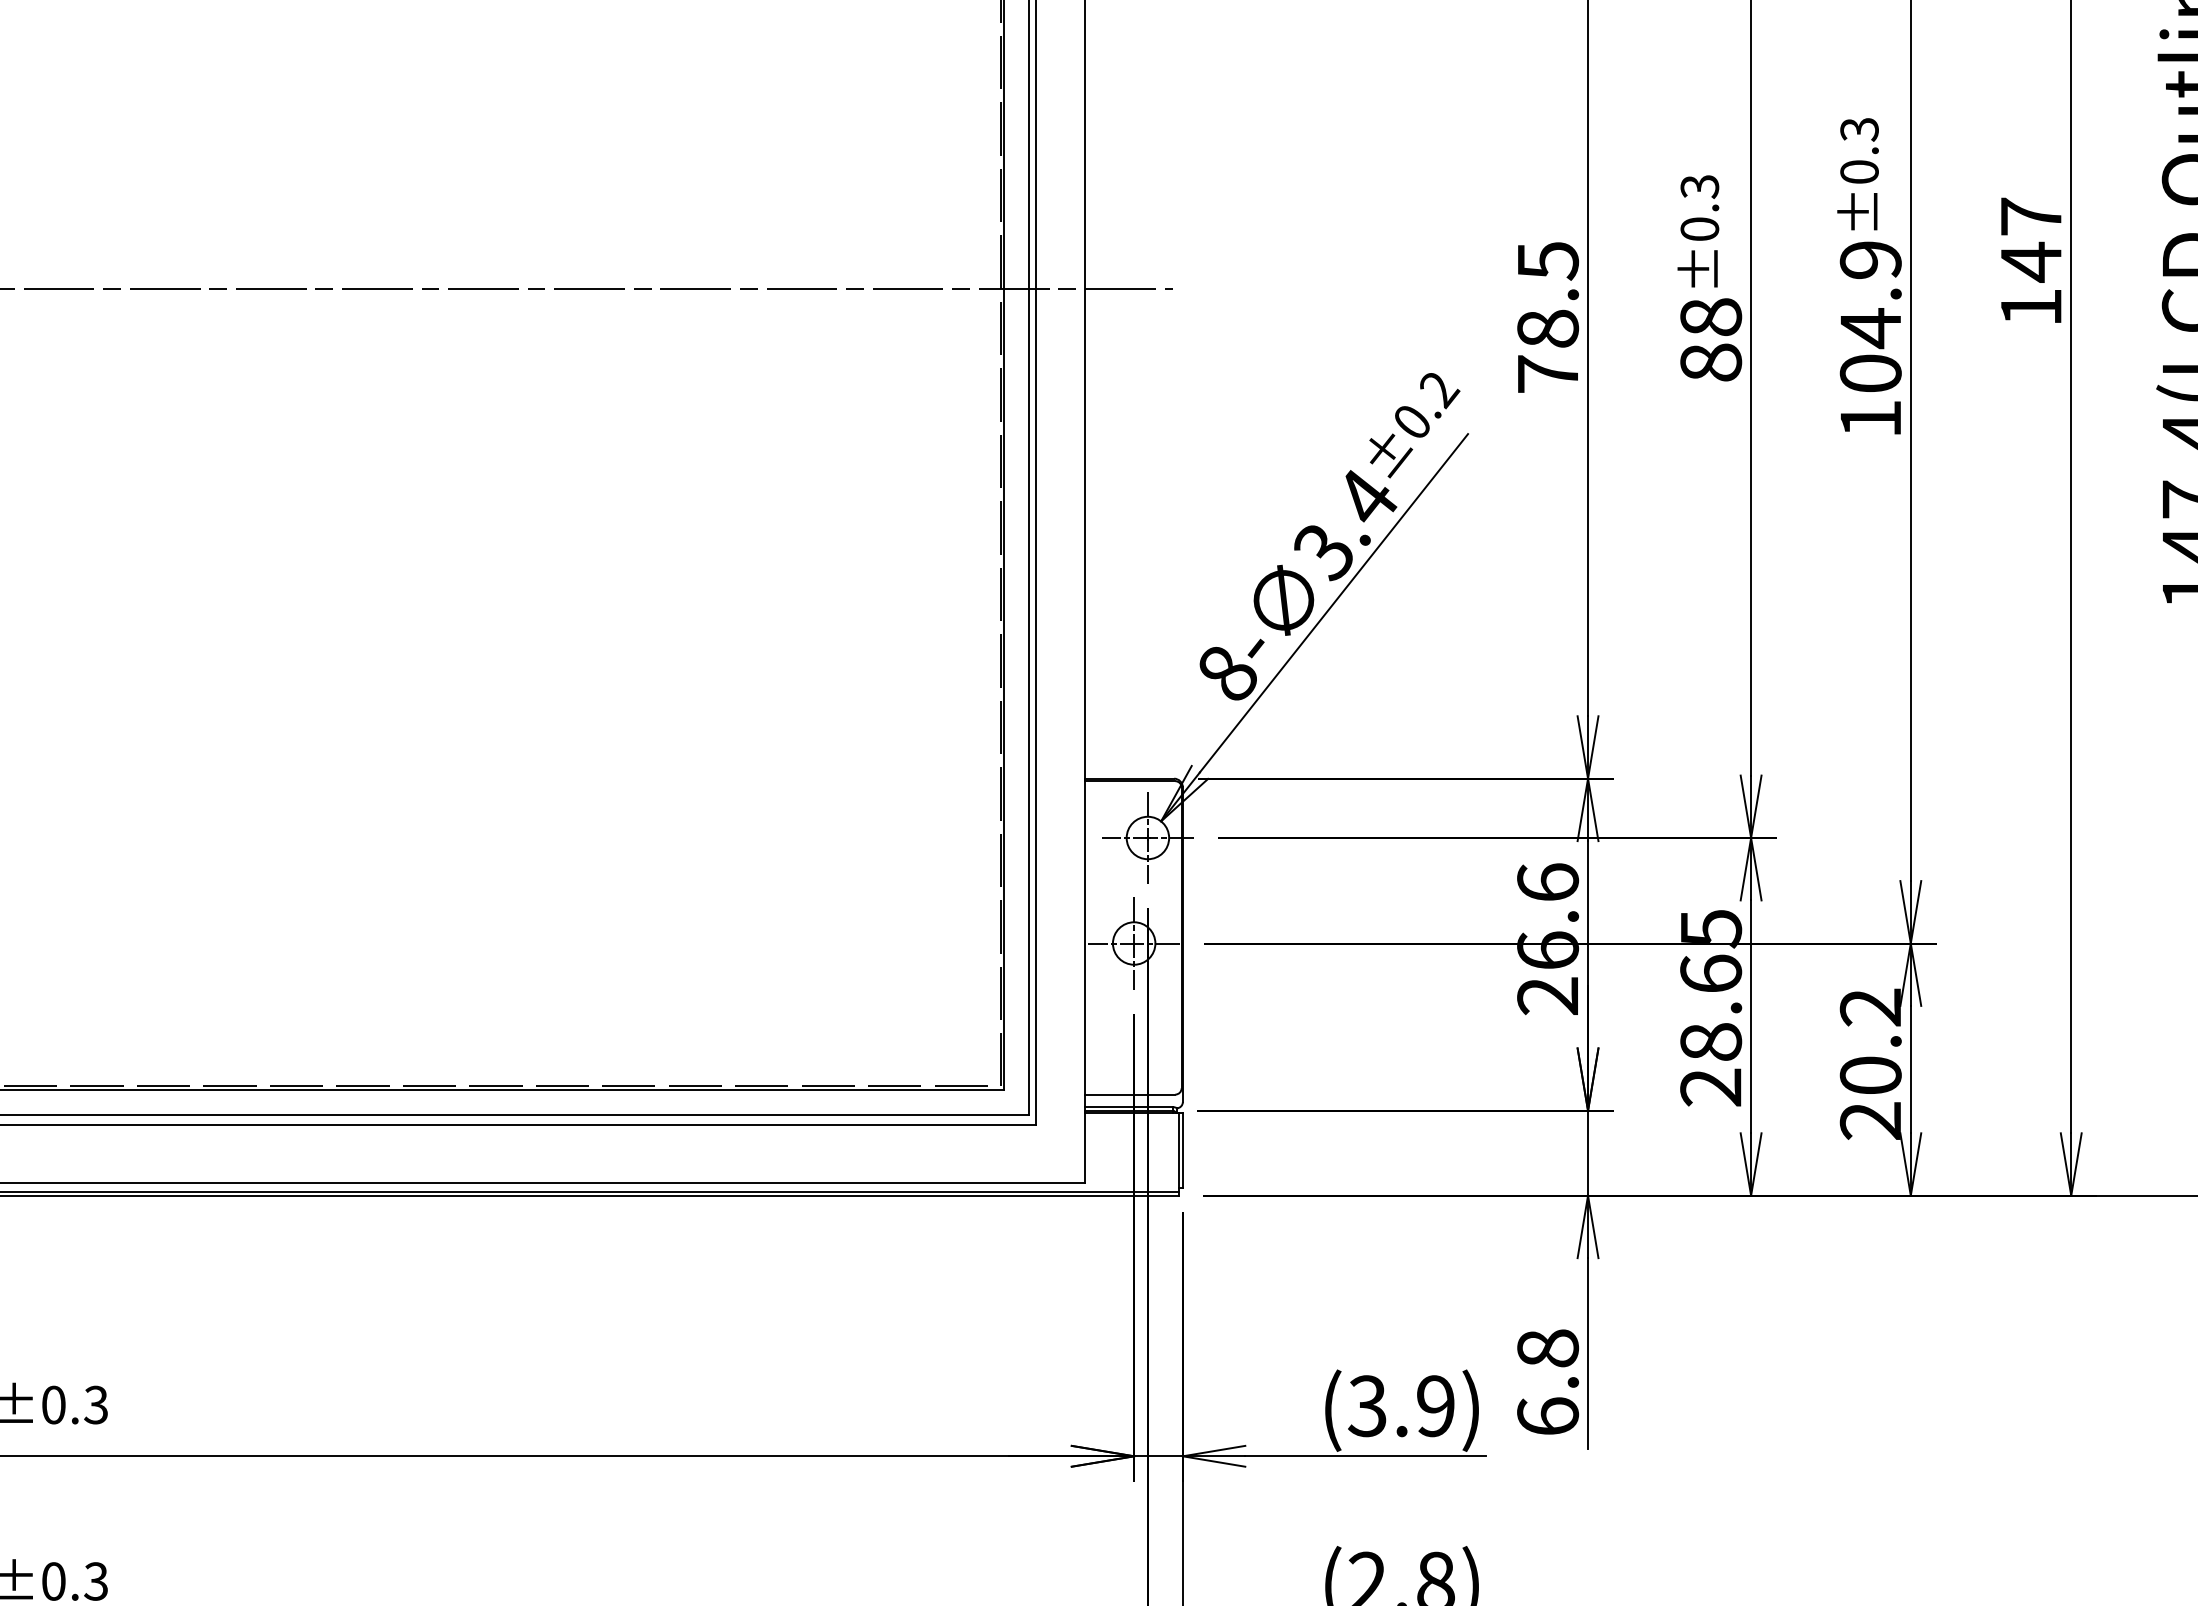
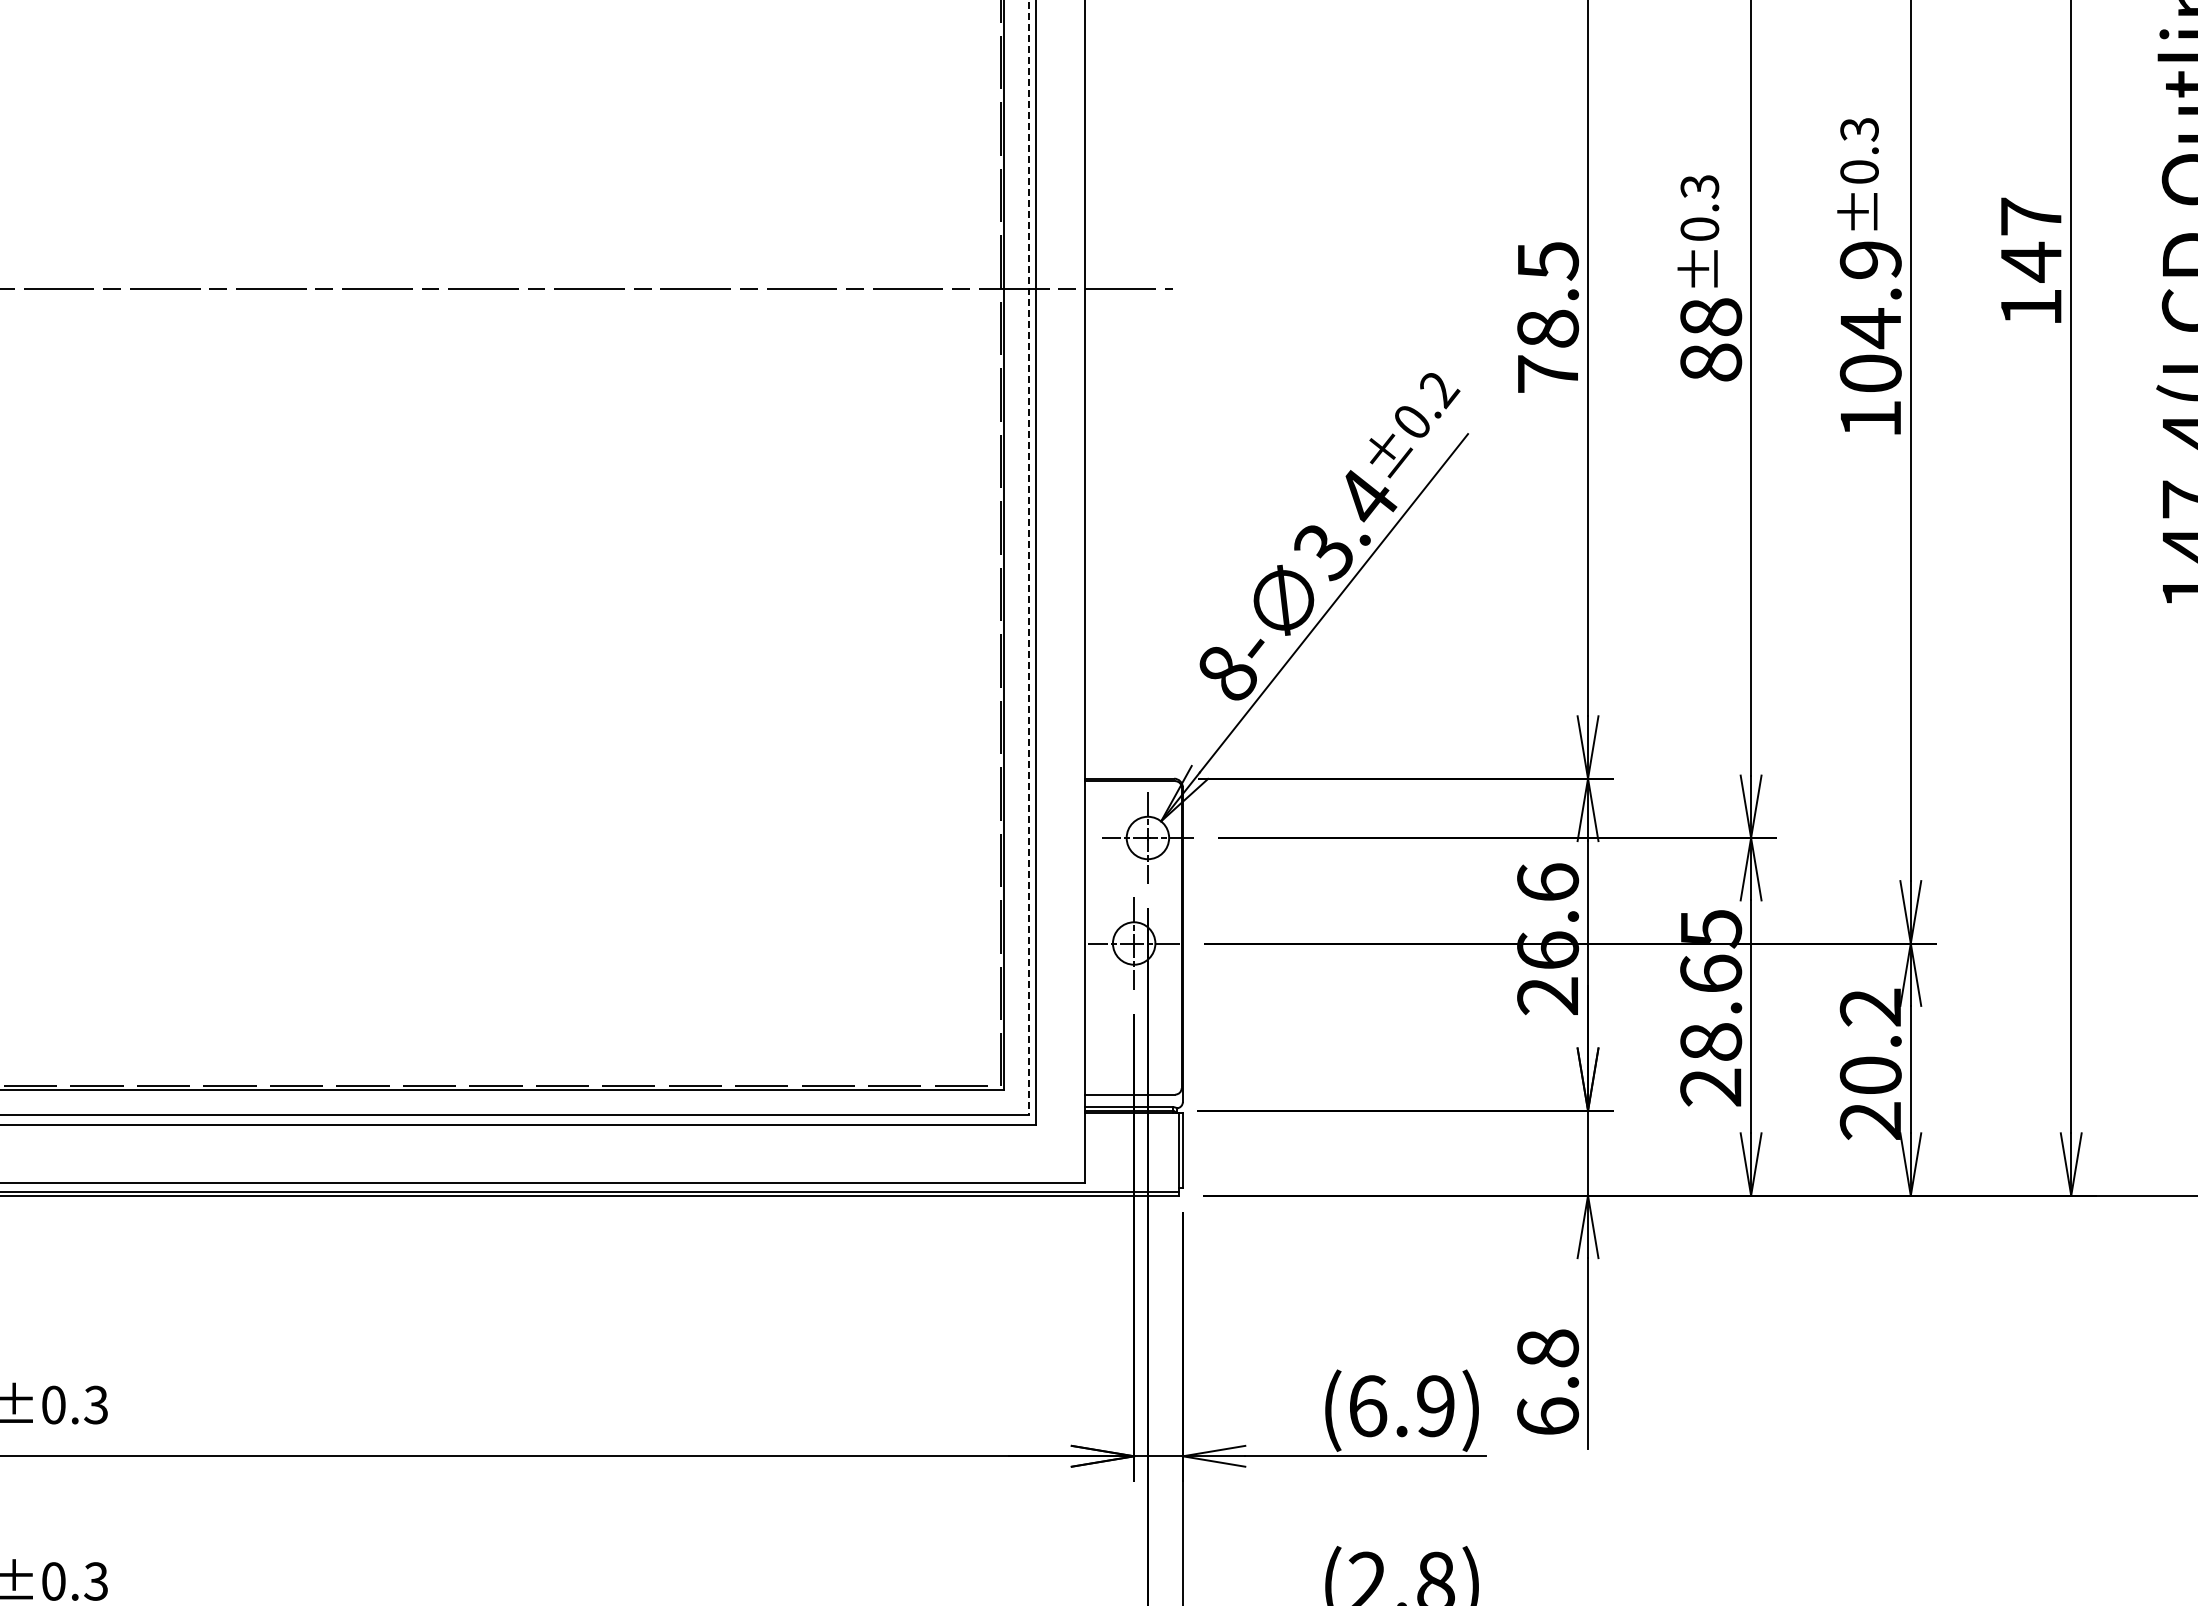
line at (1029, 557): solid -> dashed
text at (1367, 1406): (3.9) -> (6.9)
